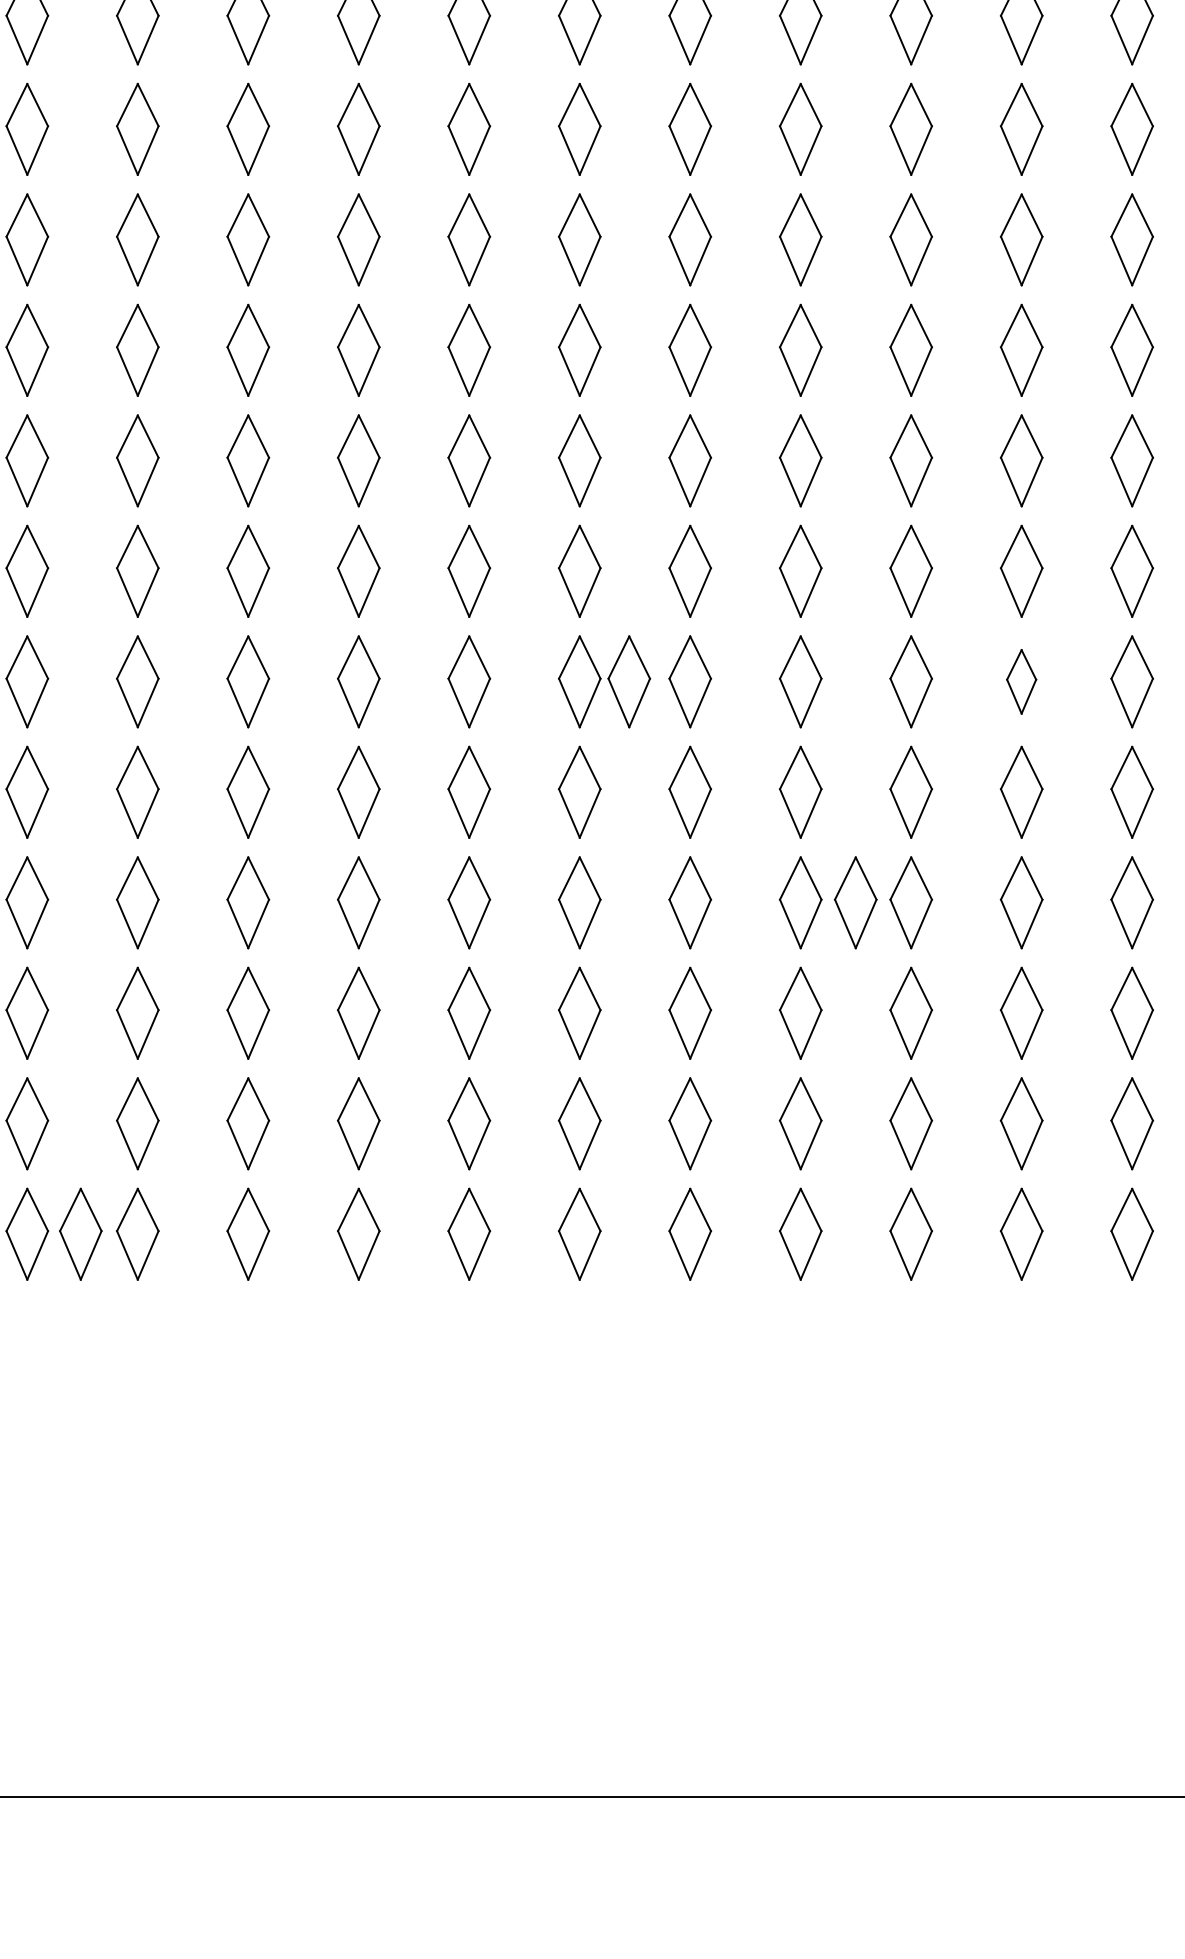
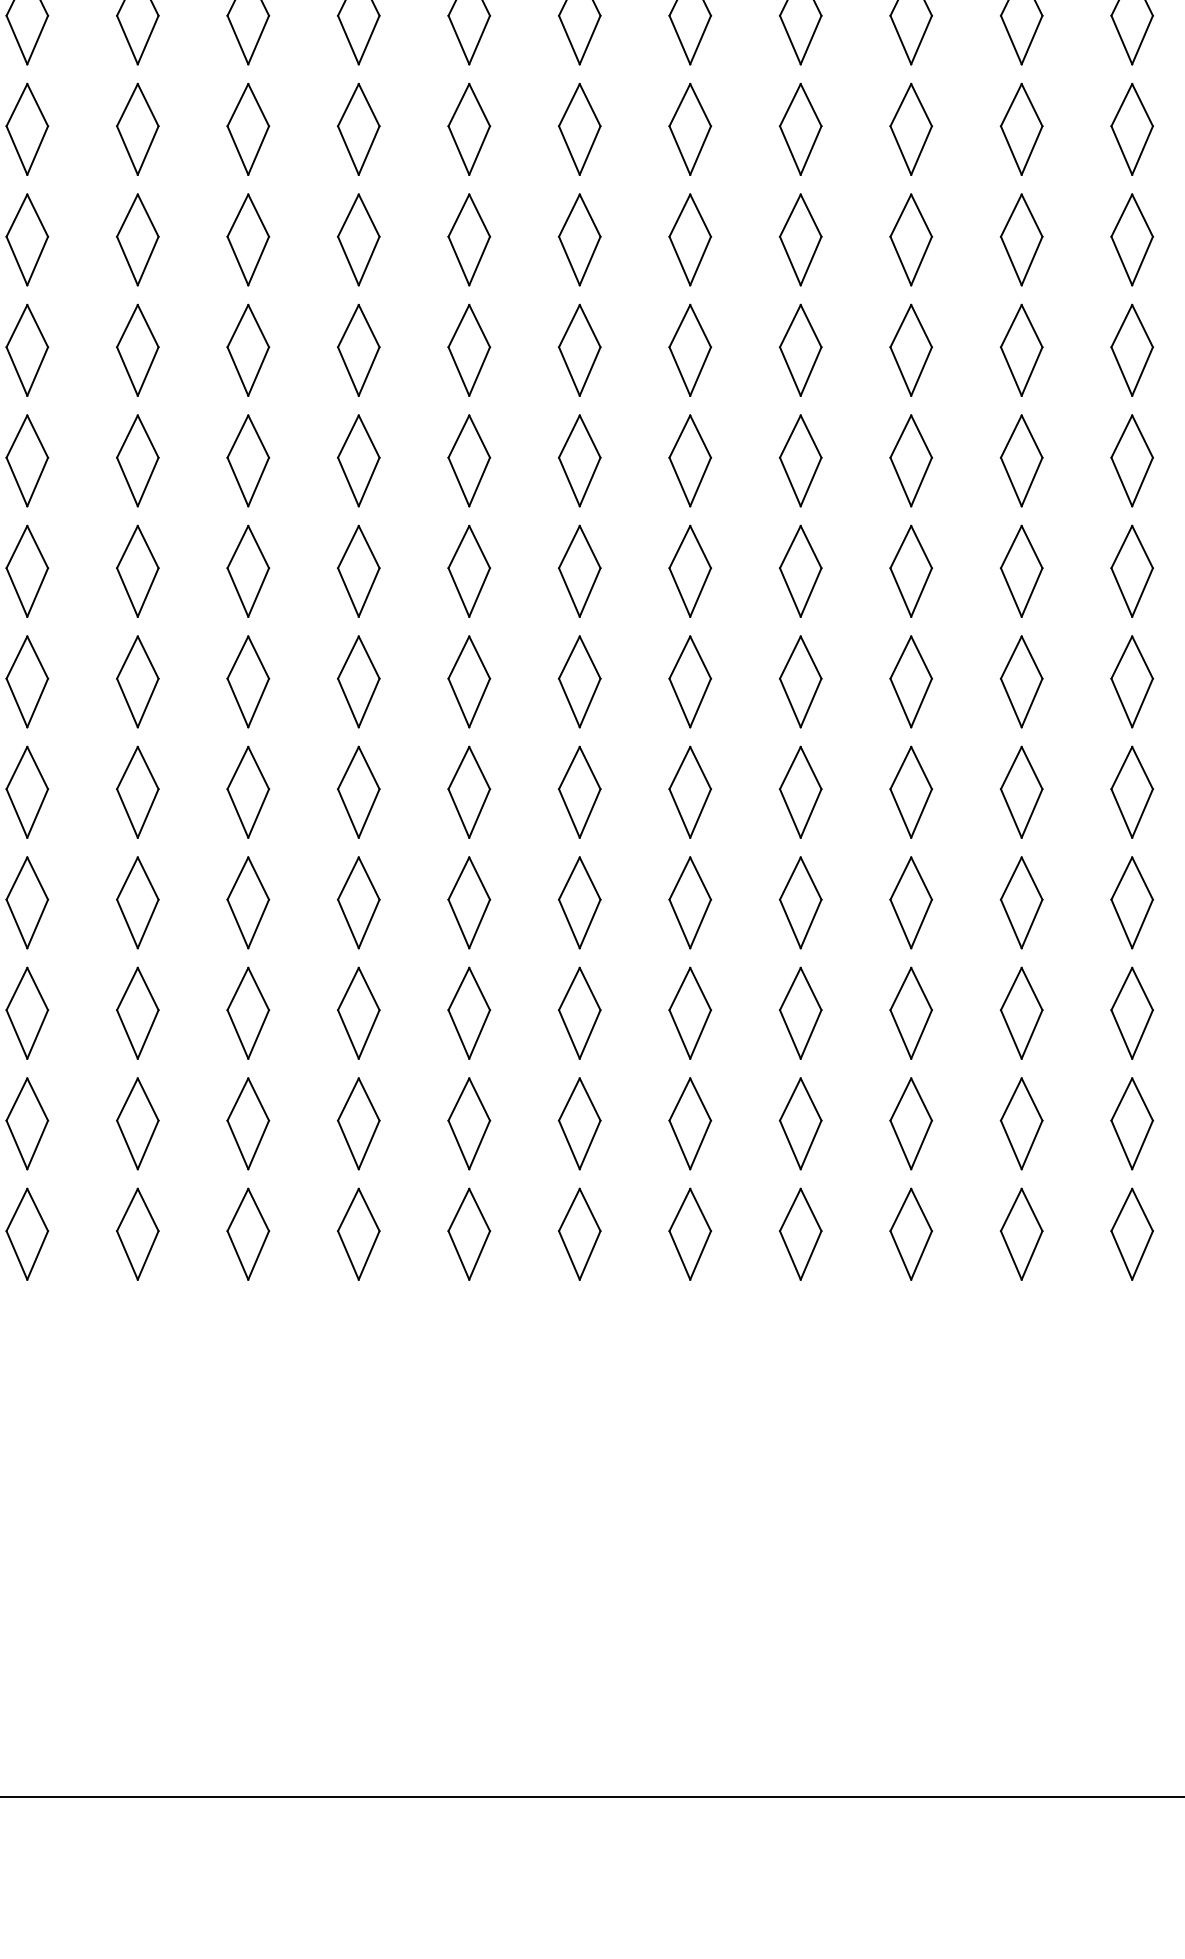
part at (629, 681): present -> none
part at (1021, 681) size: 32x66 px -> 45x94 px
part at (855, 902): present -> none
part at (80, 1233): present -> none
